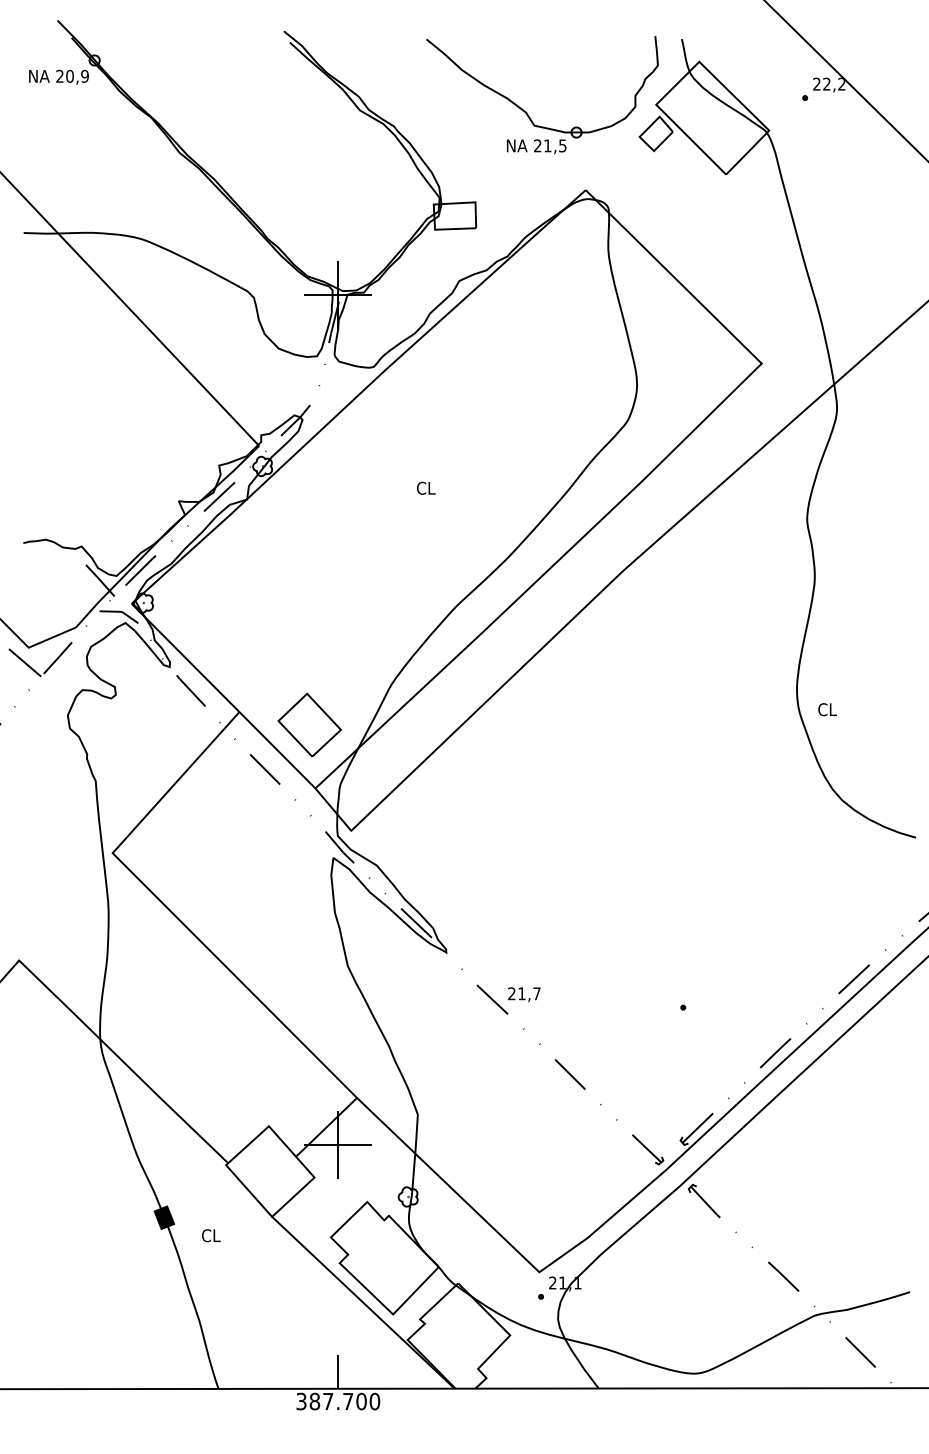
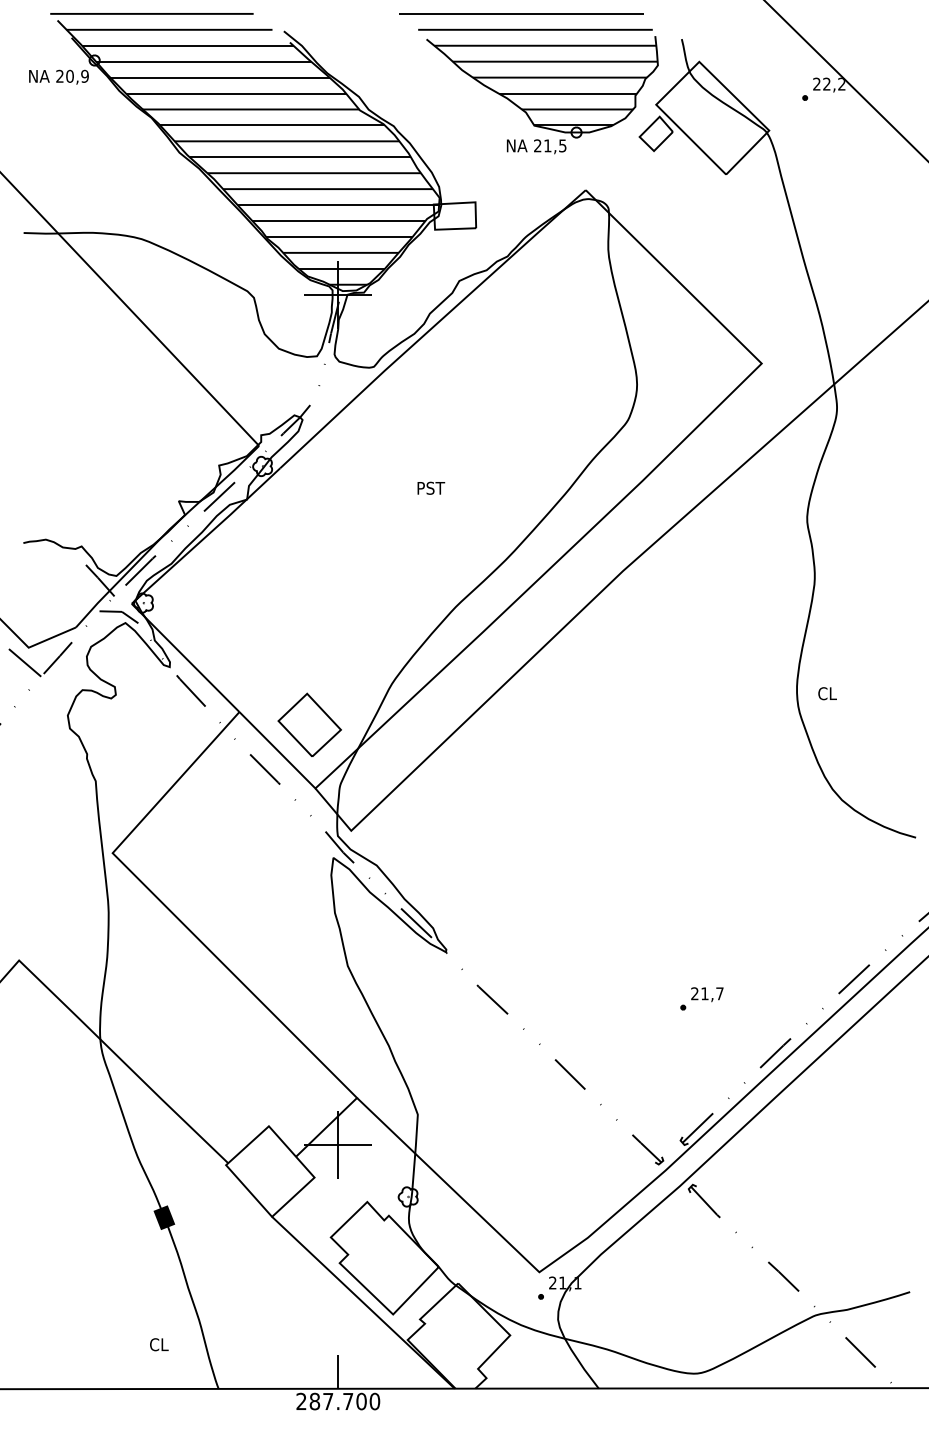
hatch at (528, 69): none -> present
hatch at (244, 148): none -> present
text at (431, 487): CL -> PST
text at (827, 709) position: (827, 709) -> (827, 693)
text at (524, 994) position: (524, 994) -> (707, 994)
text at (211, 1235) position: (211, 1235) -> (159, 1344)
text at (301, 1401): 387.700 -> 287.700
